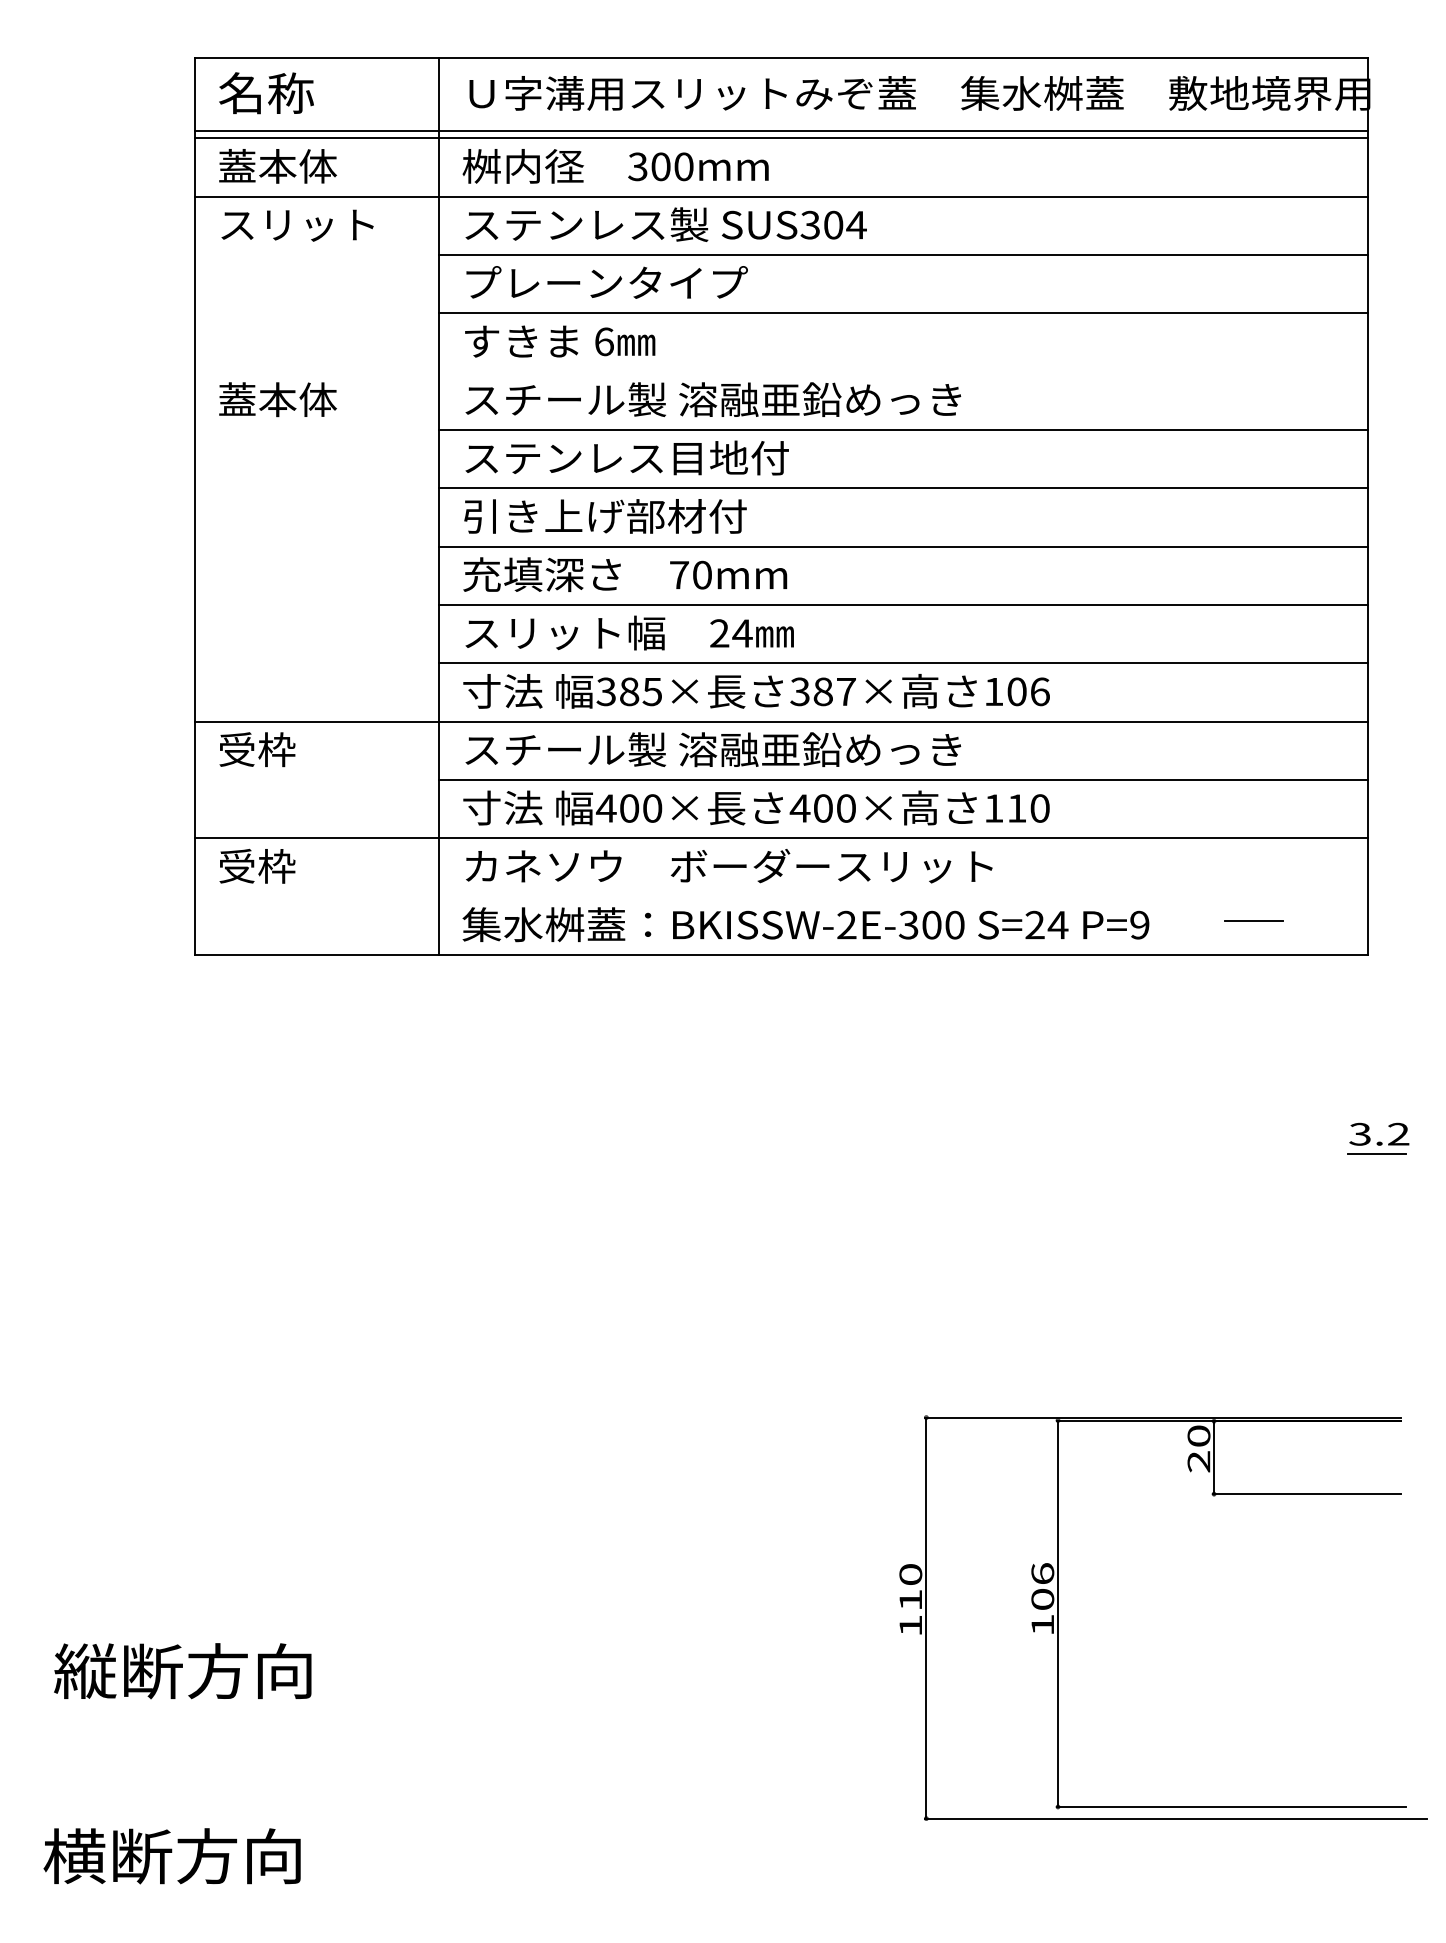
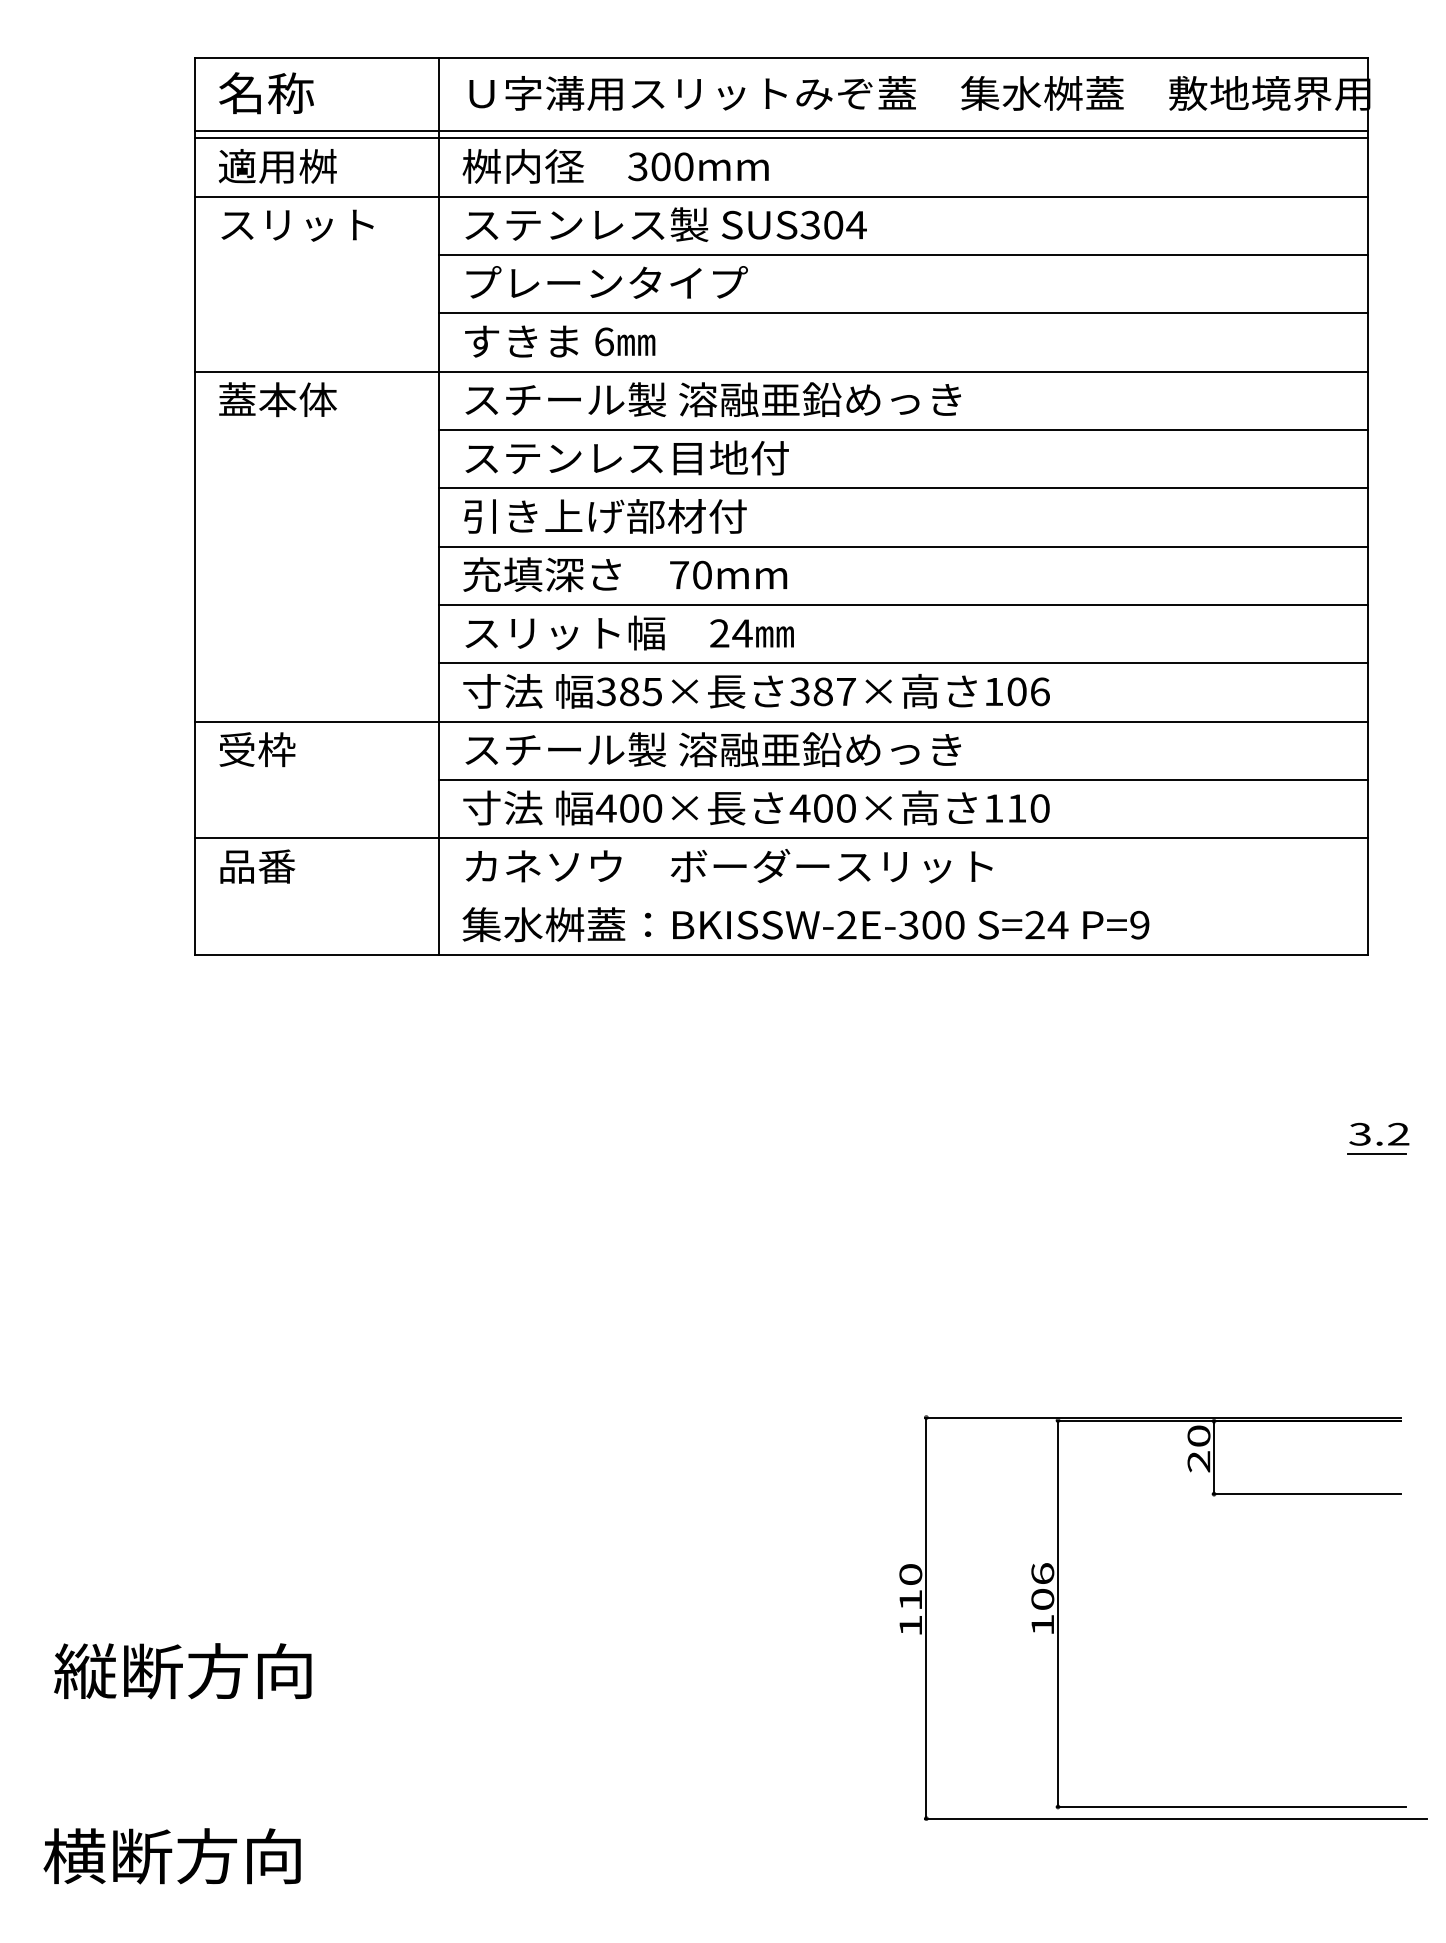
text at (277, 166): 蓋本体 -> 適用桝
line at (781, 371): none -> present
text at (257, 865): 受枠 -> 品番
line at (1253, 920): present -> none
